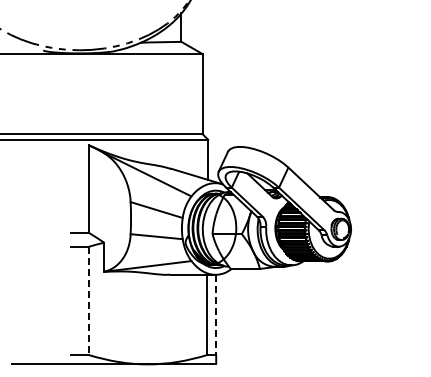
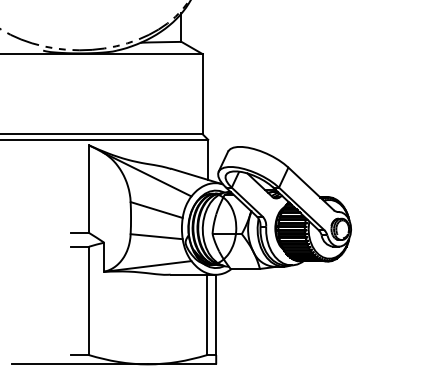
line at (89, 301): dashed -> solid
line at (216, 315): dashed -> solid
